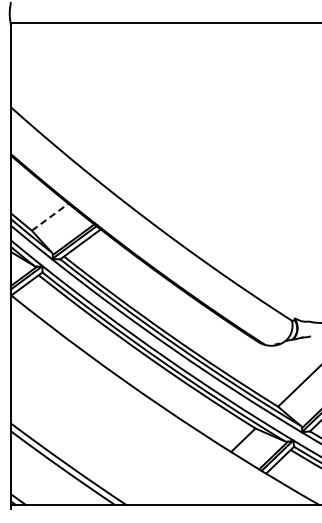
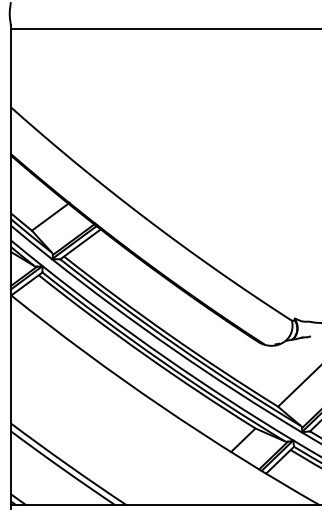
line at (164, 23) position: (164, 23) -> (164, 29)
line at (50, 216): dashed -> solid
